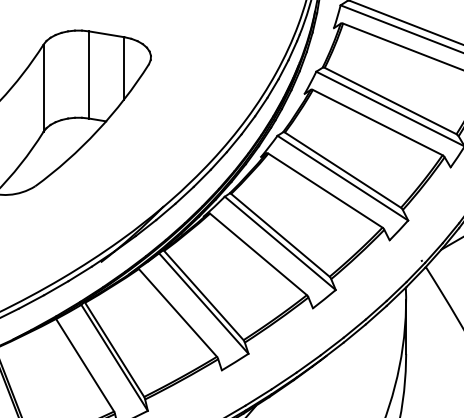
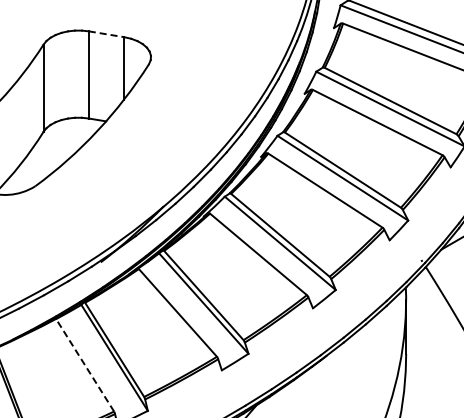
line at (107, 34): solid -> dashed
line at (85, 365): solid -> dashed
